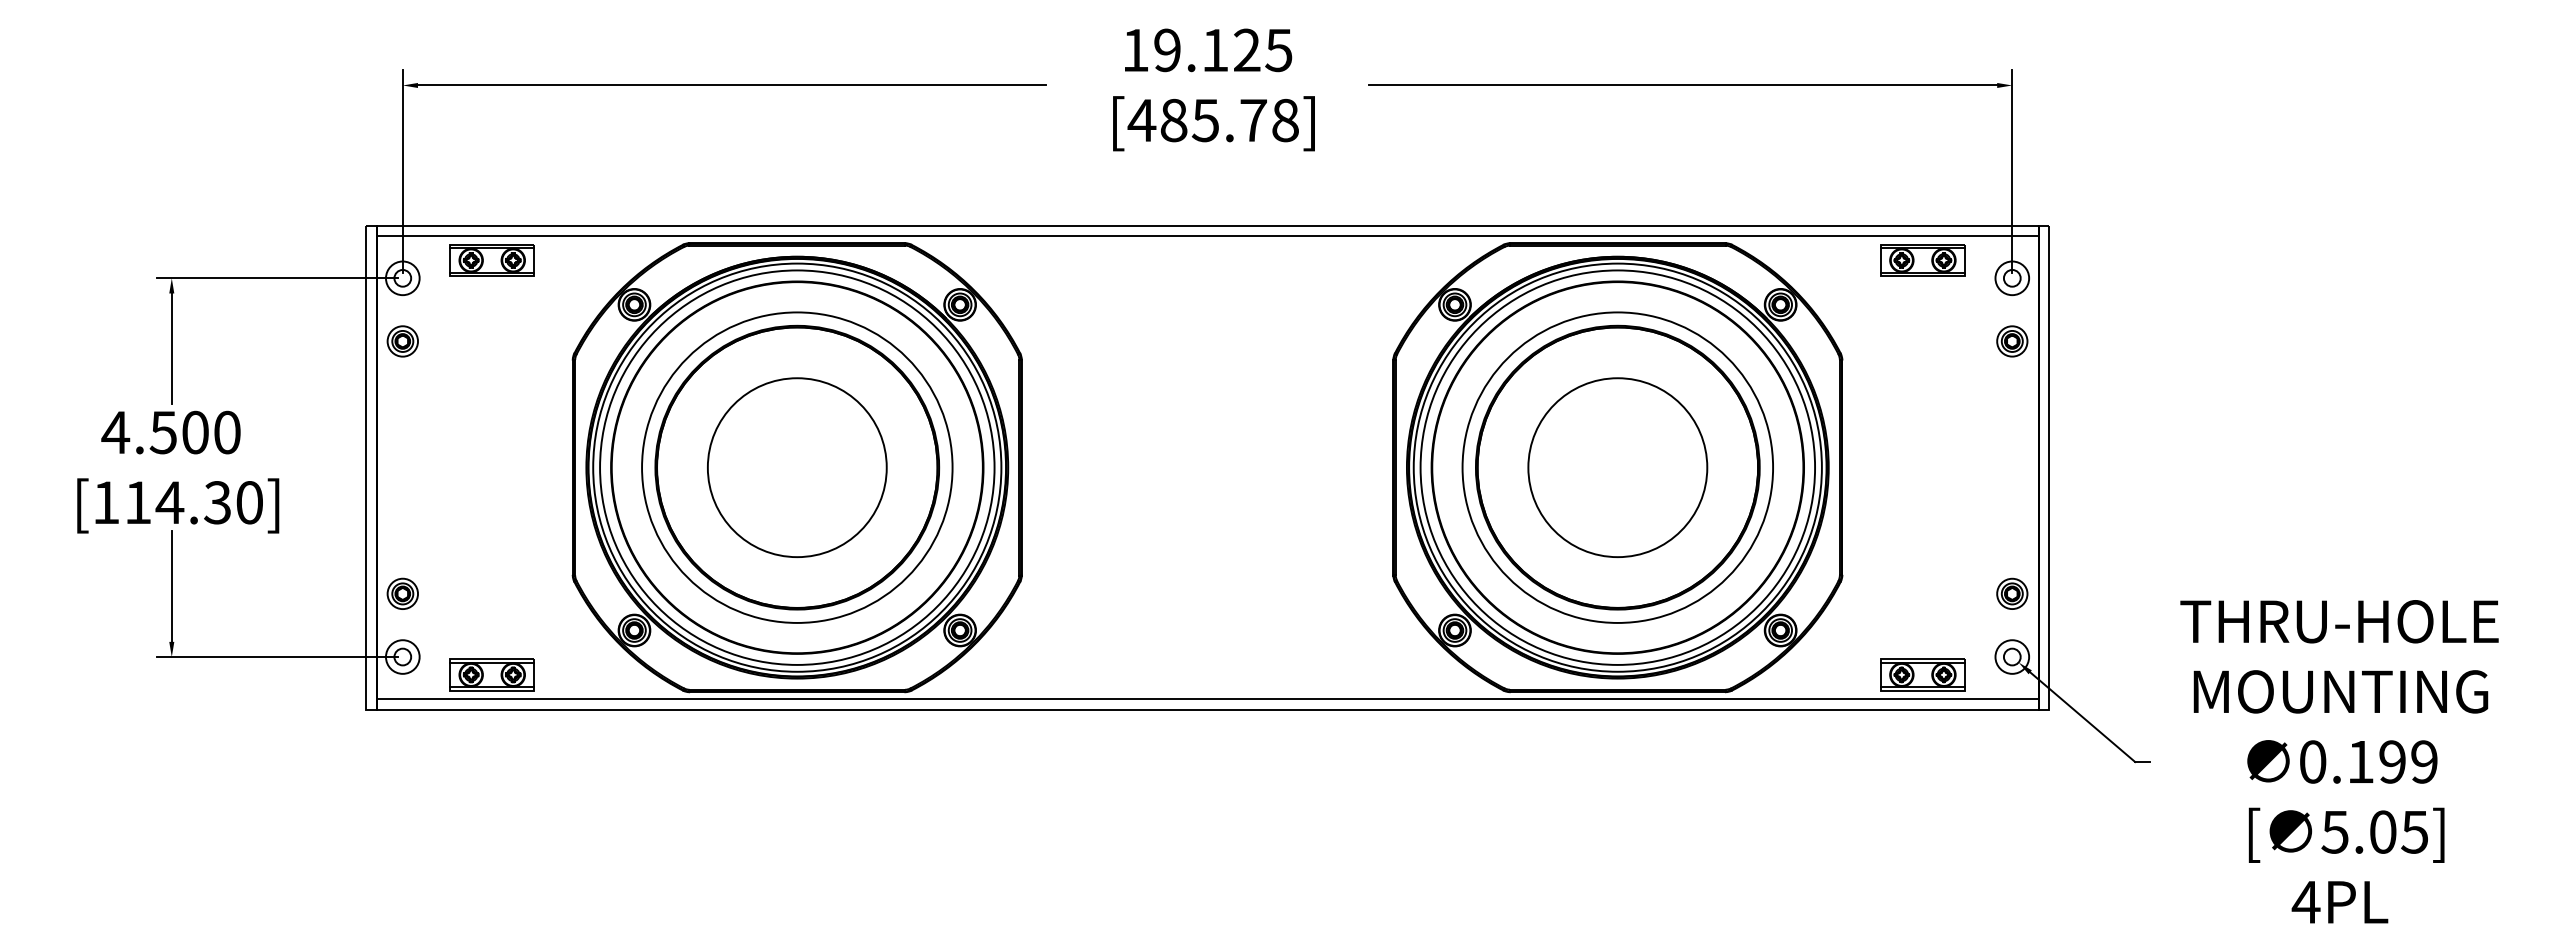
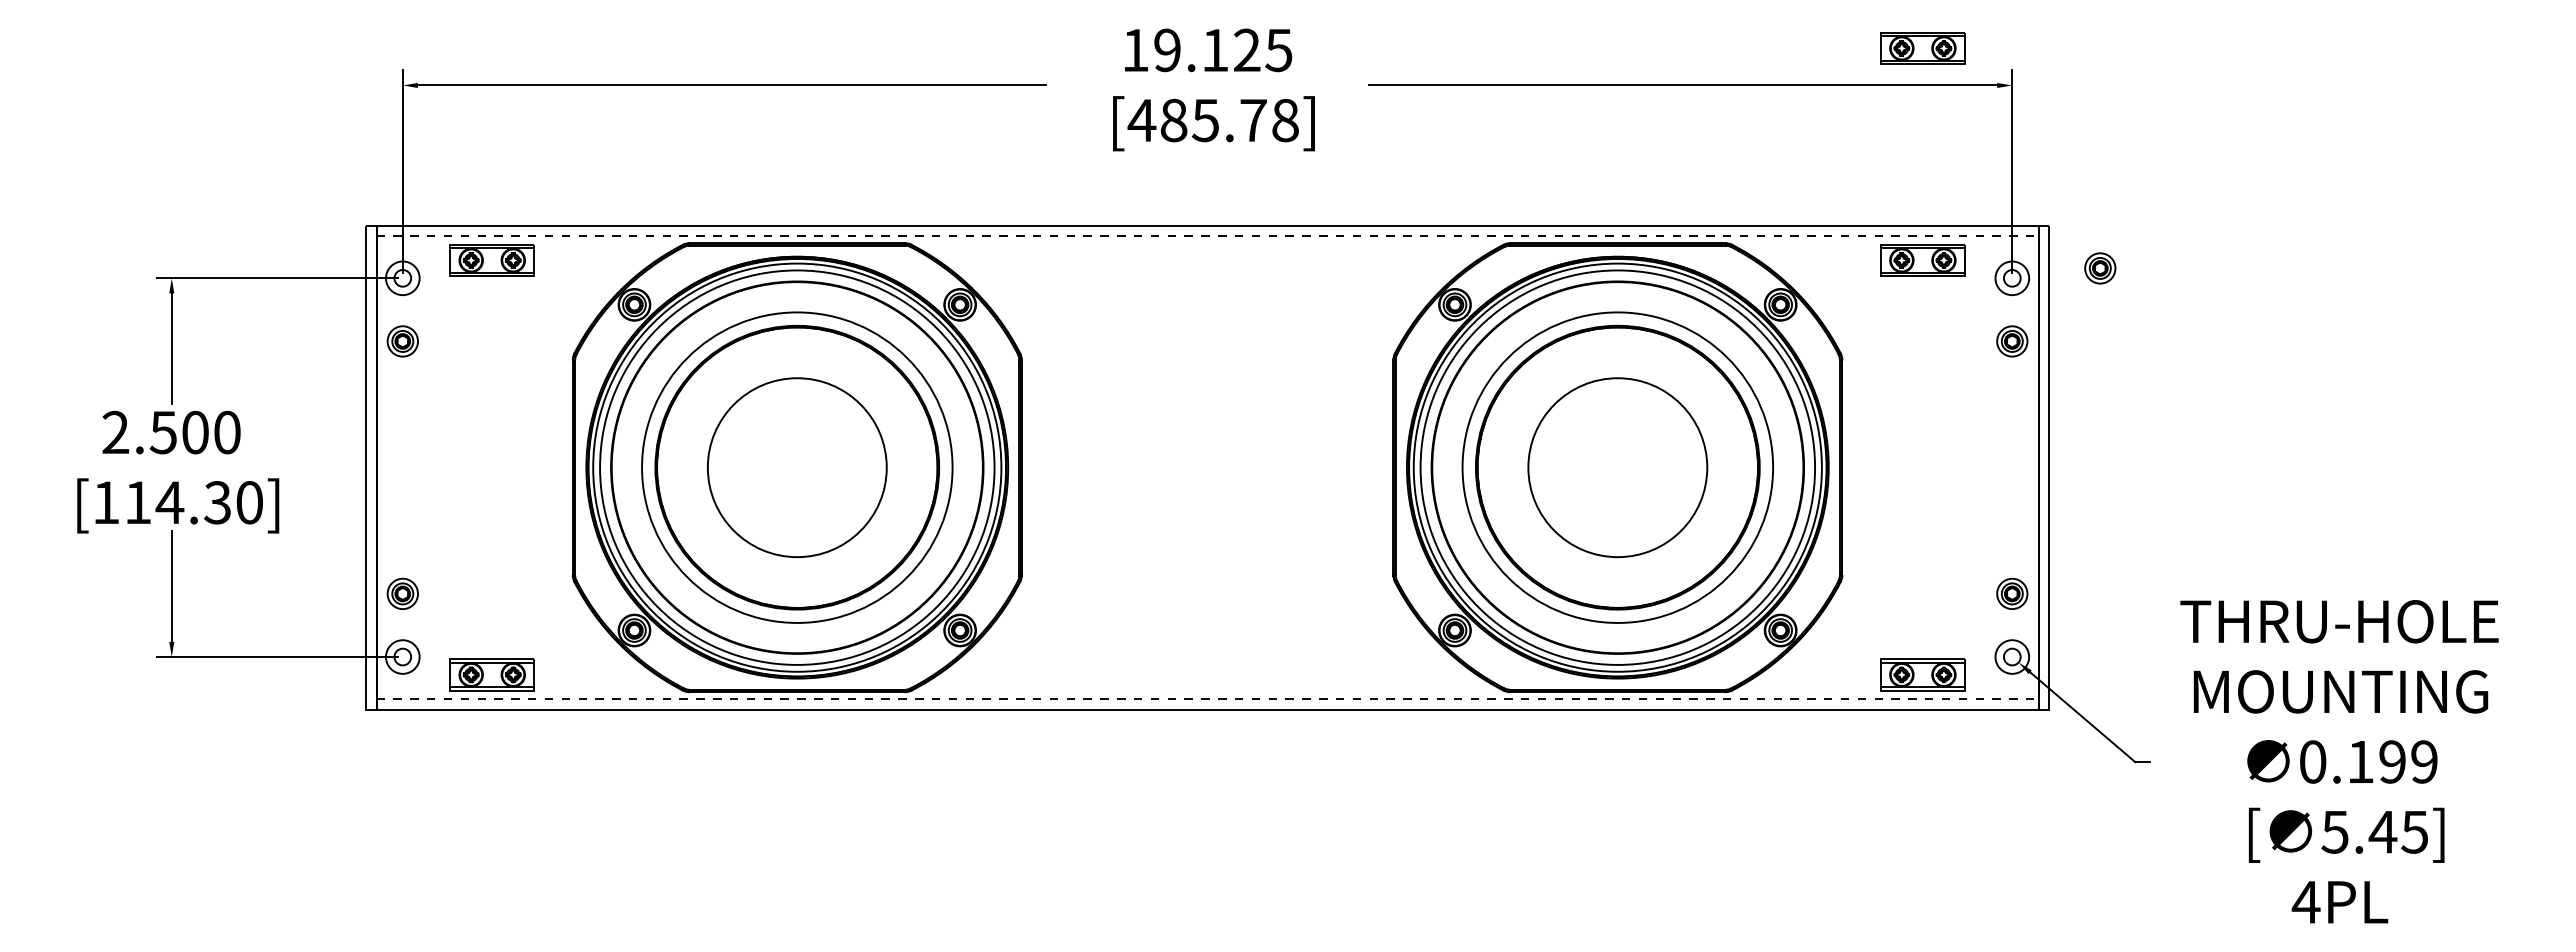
part at (1922, 48): none -> present
line at (1208, 236): solid -> dashed
part at (2100, 268): none -> present
text at (115, 431): 4.500 -> 2.500
line at (1208, 699): solid -> dashed
text at (2382, 831): 5.05] -> 5.45]
